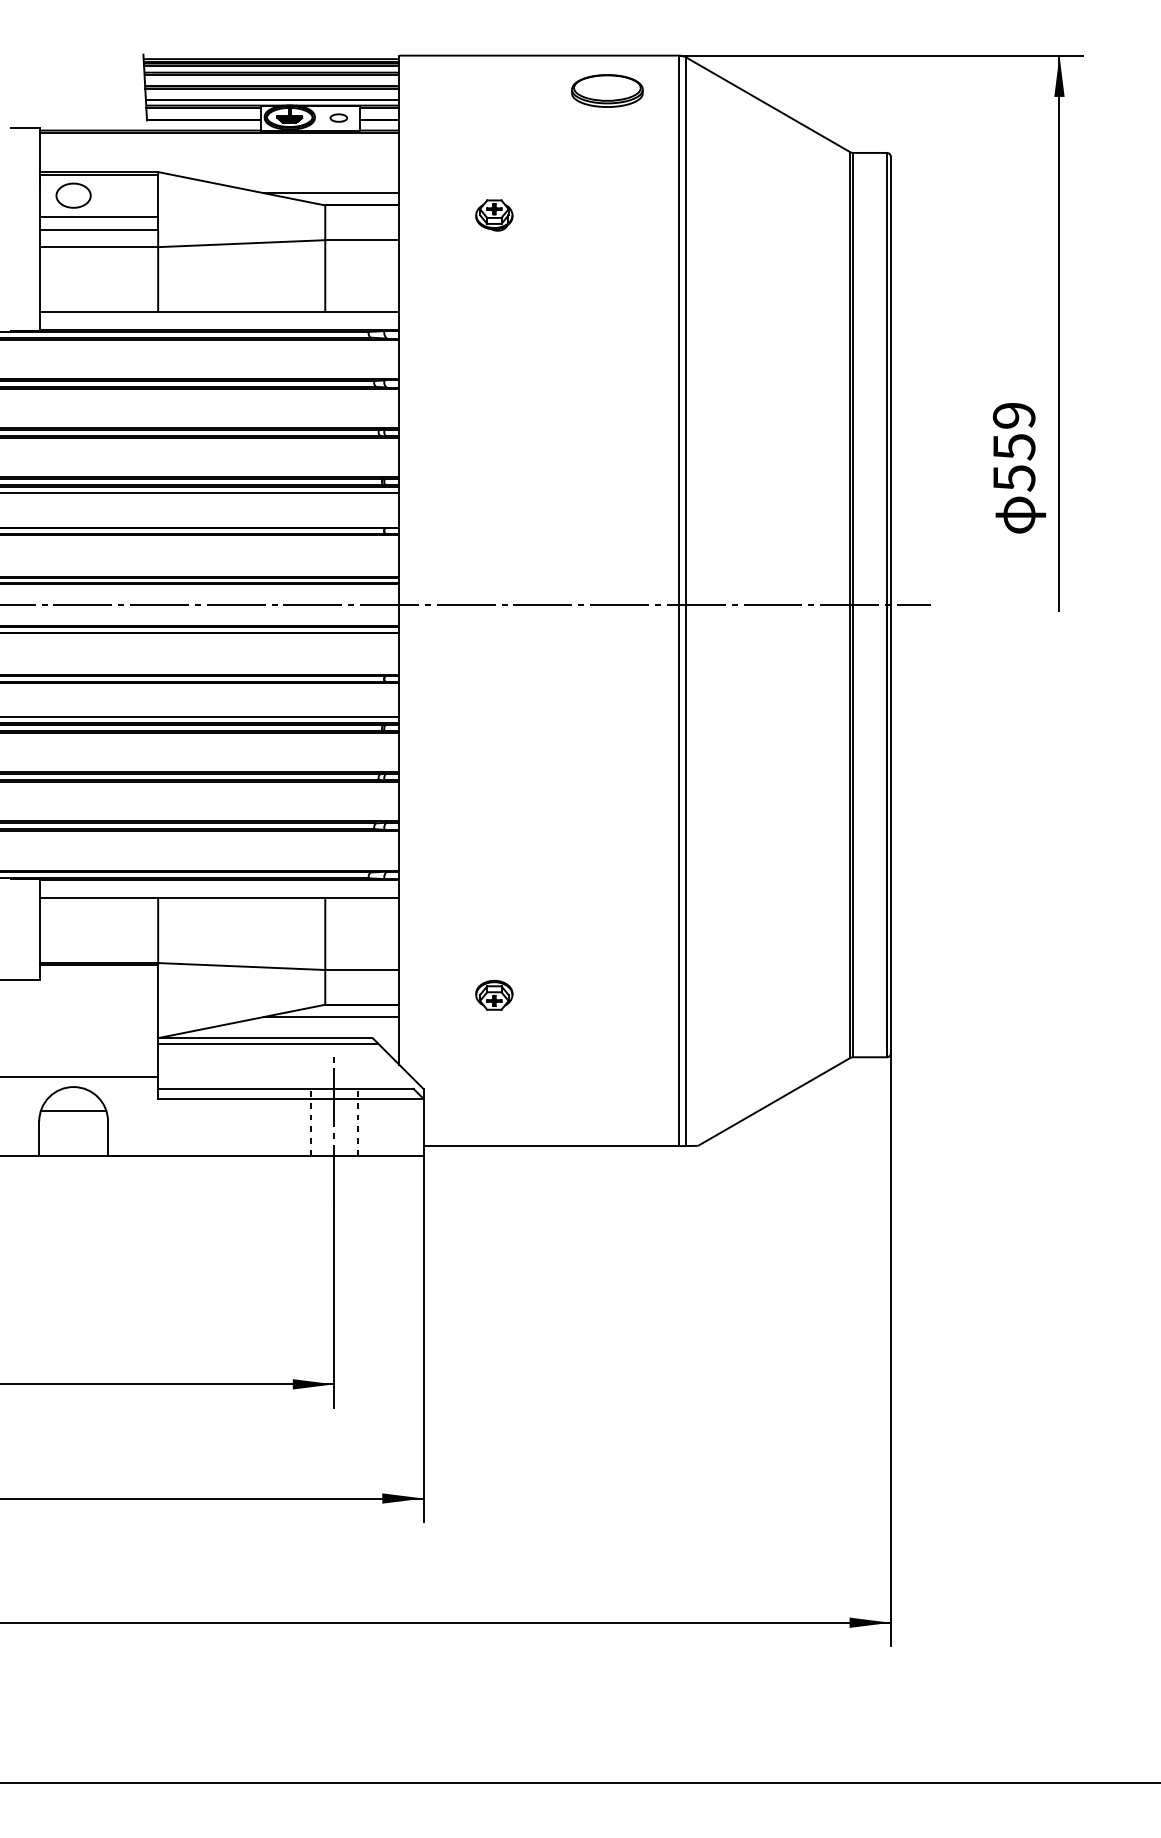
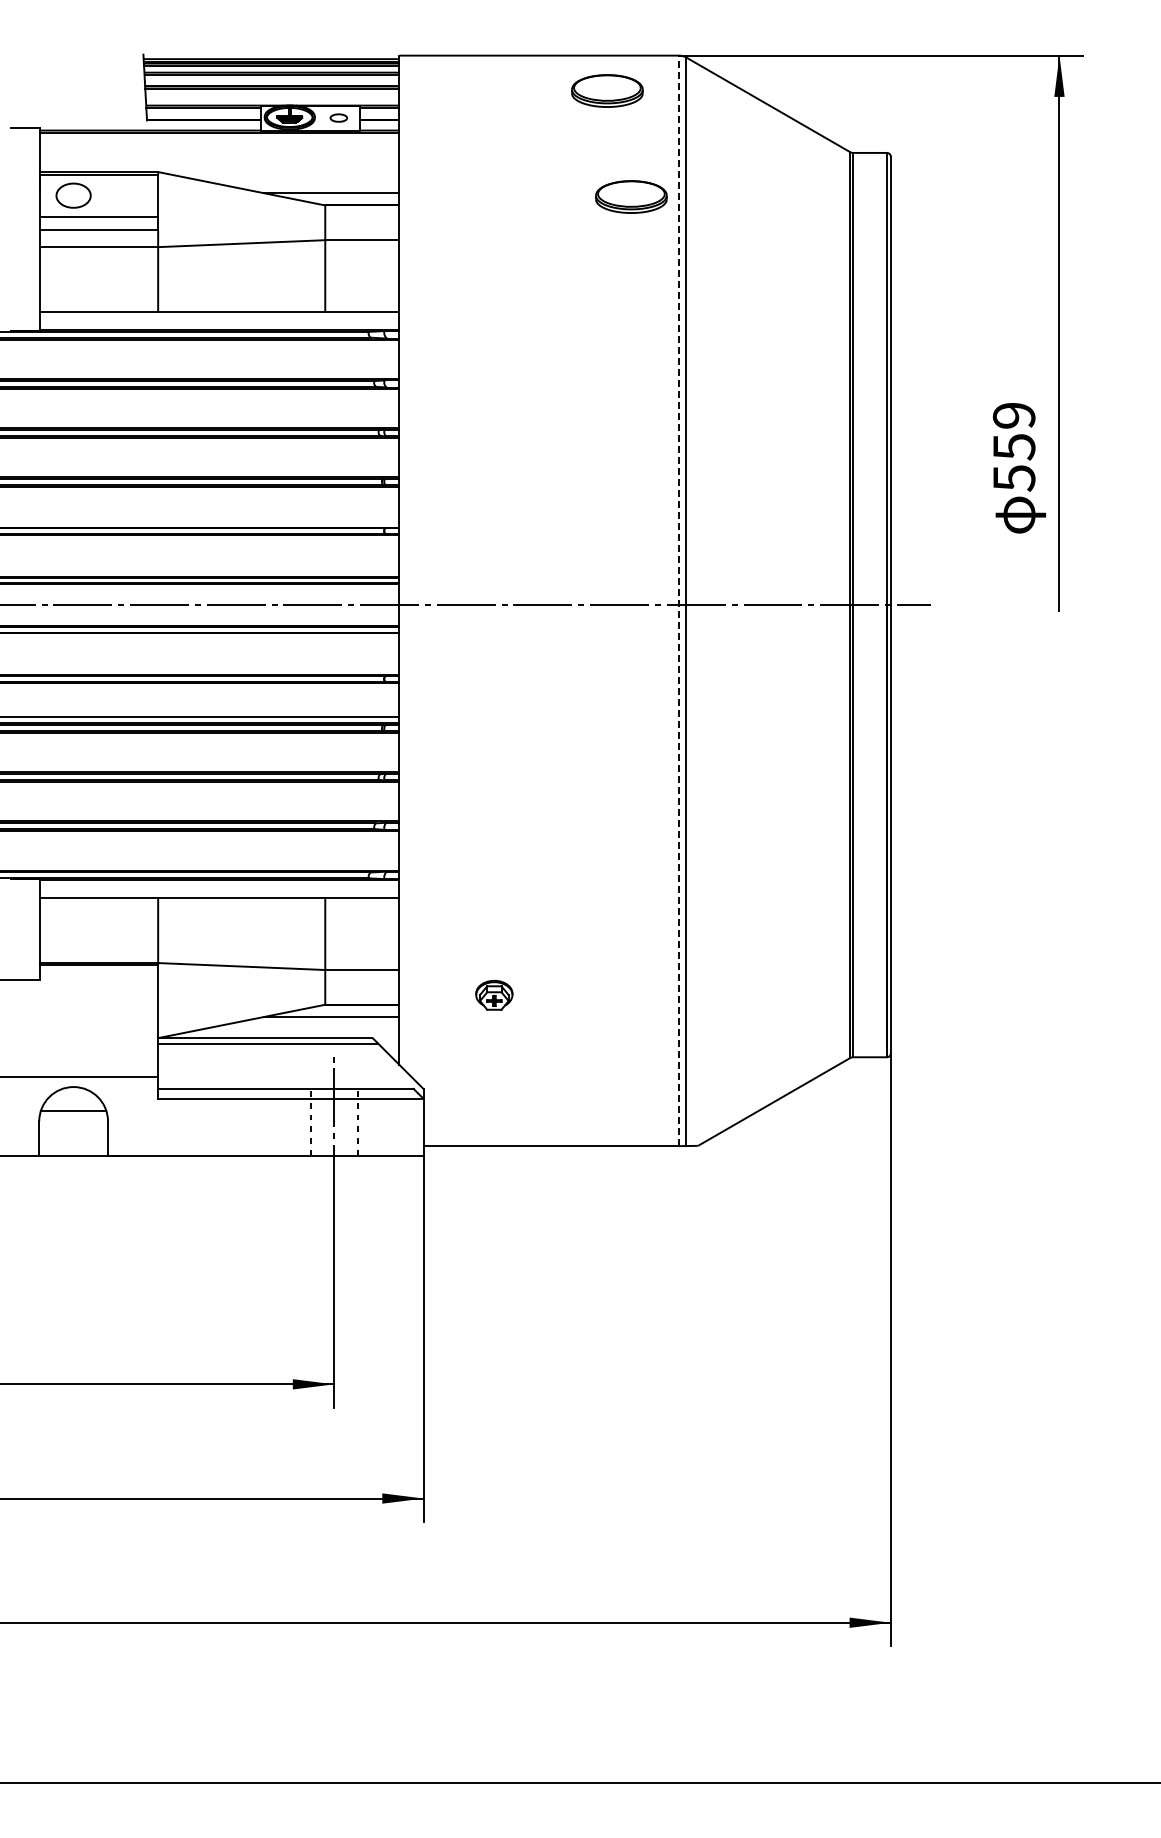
line at (272, 100): present -> none
part at (631, 196): none -> present
part at (494, 215): present -> none
line at (200, 493): present -> none
line at (679, 600): solid -> dashed
